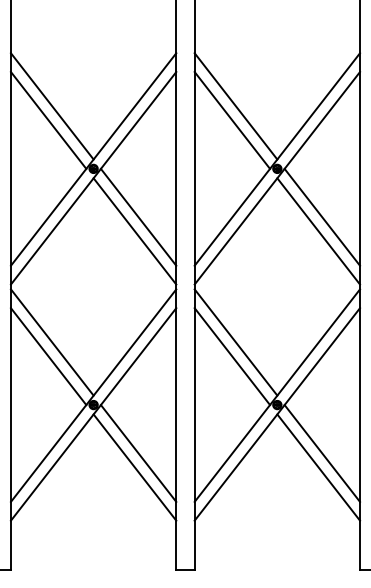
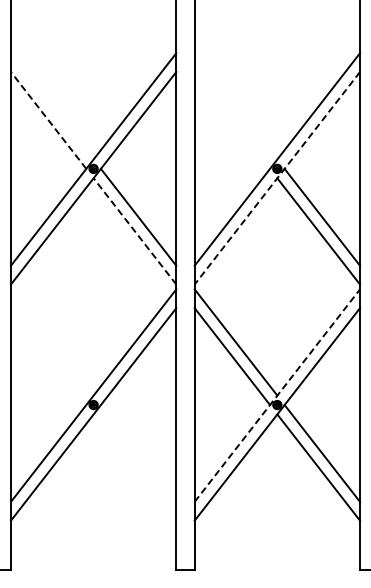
line at (51, 106): present -> none
line at (235, 106): present -> none
line at (48, 120): solid -> dashed
line at (232, 120): present -> none
line at (277, 178): solid -> dashed
line at (134, 231): solid -> dashed
line at (51, 342): present -> none
line at (48, 356): present -> none
line at (277, 395): solid -> dashed
line at (138, 453): present -> none
line at (134, 467): present -> none
